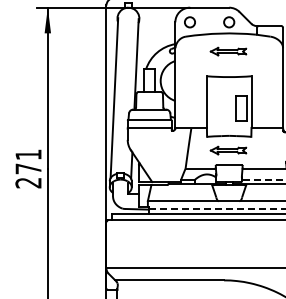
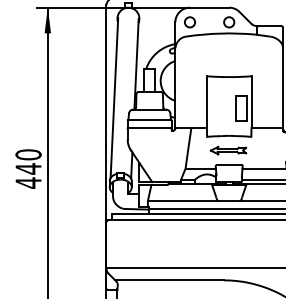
part at (228, 51): present -> none
text at (28, 168): 271 -> 440
line at (264, 179): dashed -> solid
line at (217, 208): dashed -> solid
